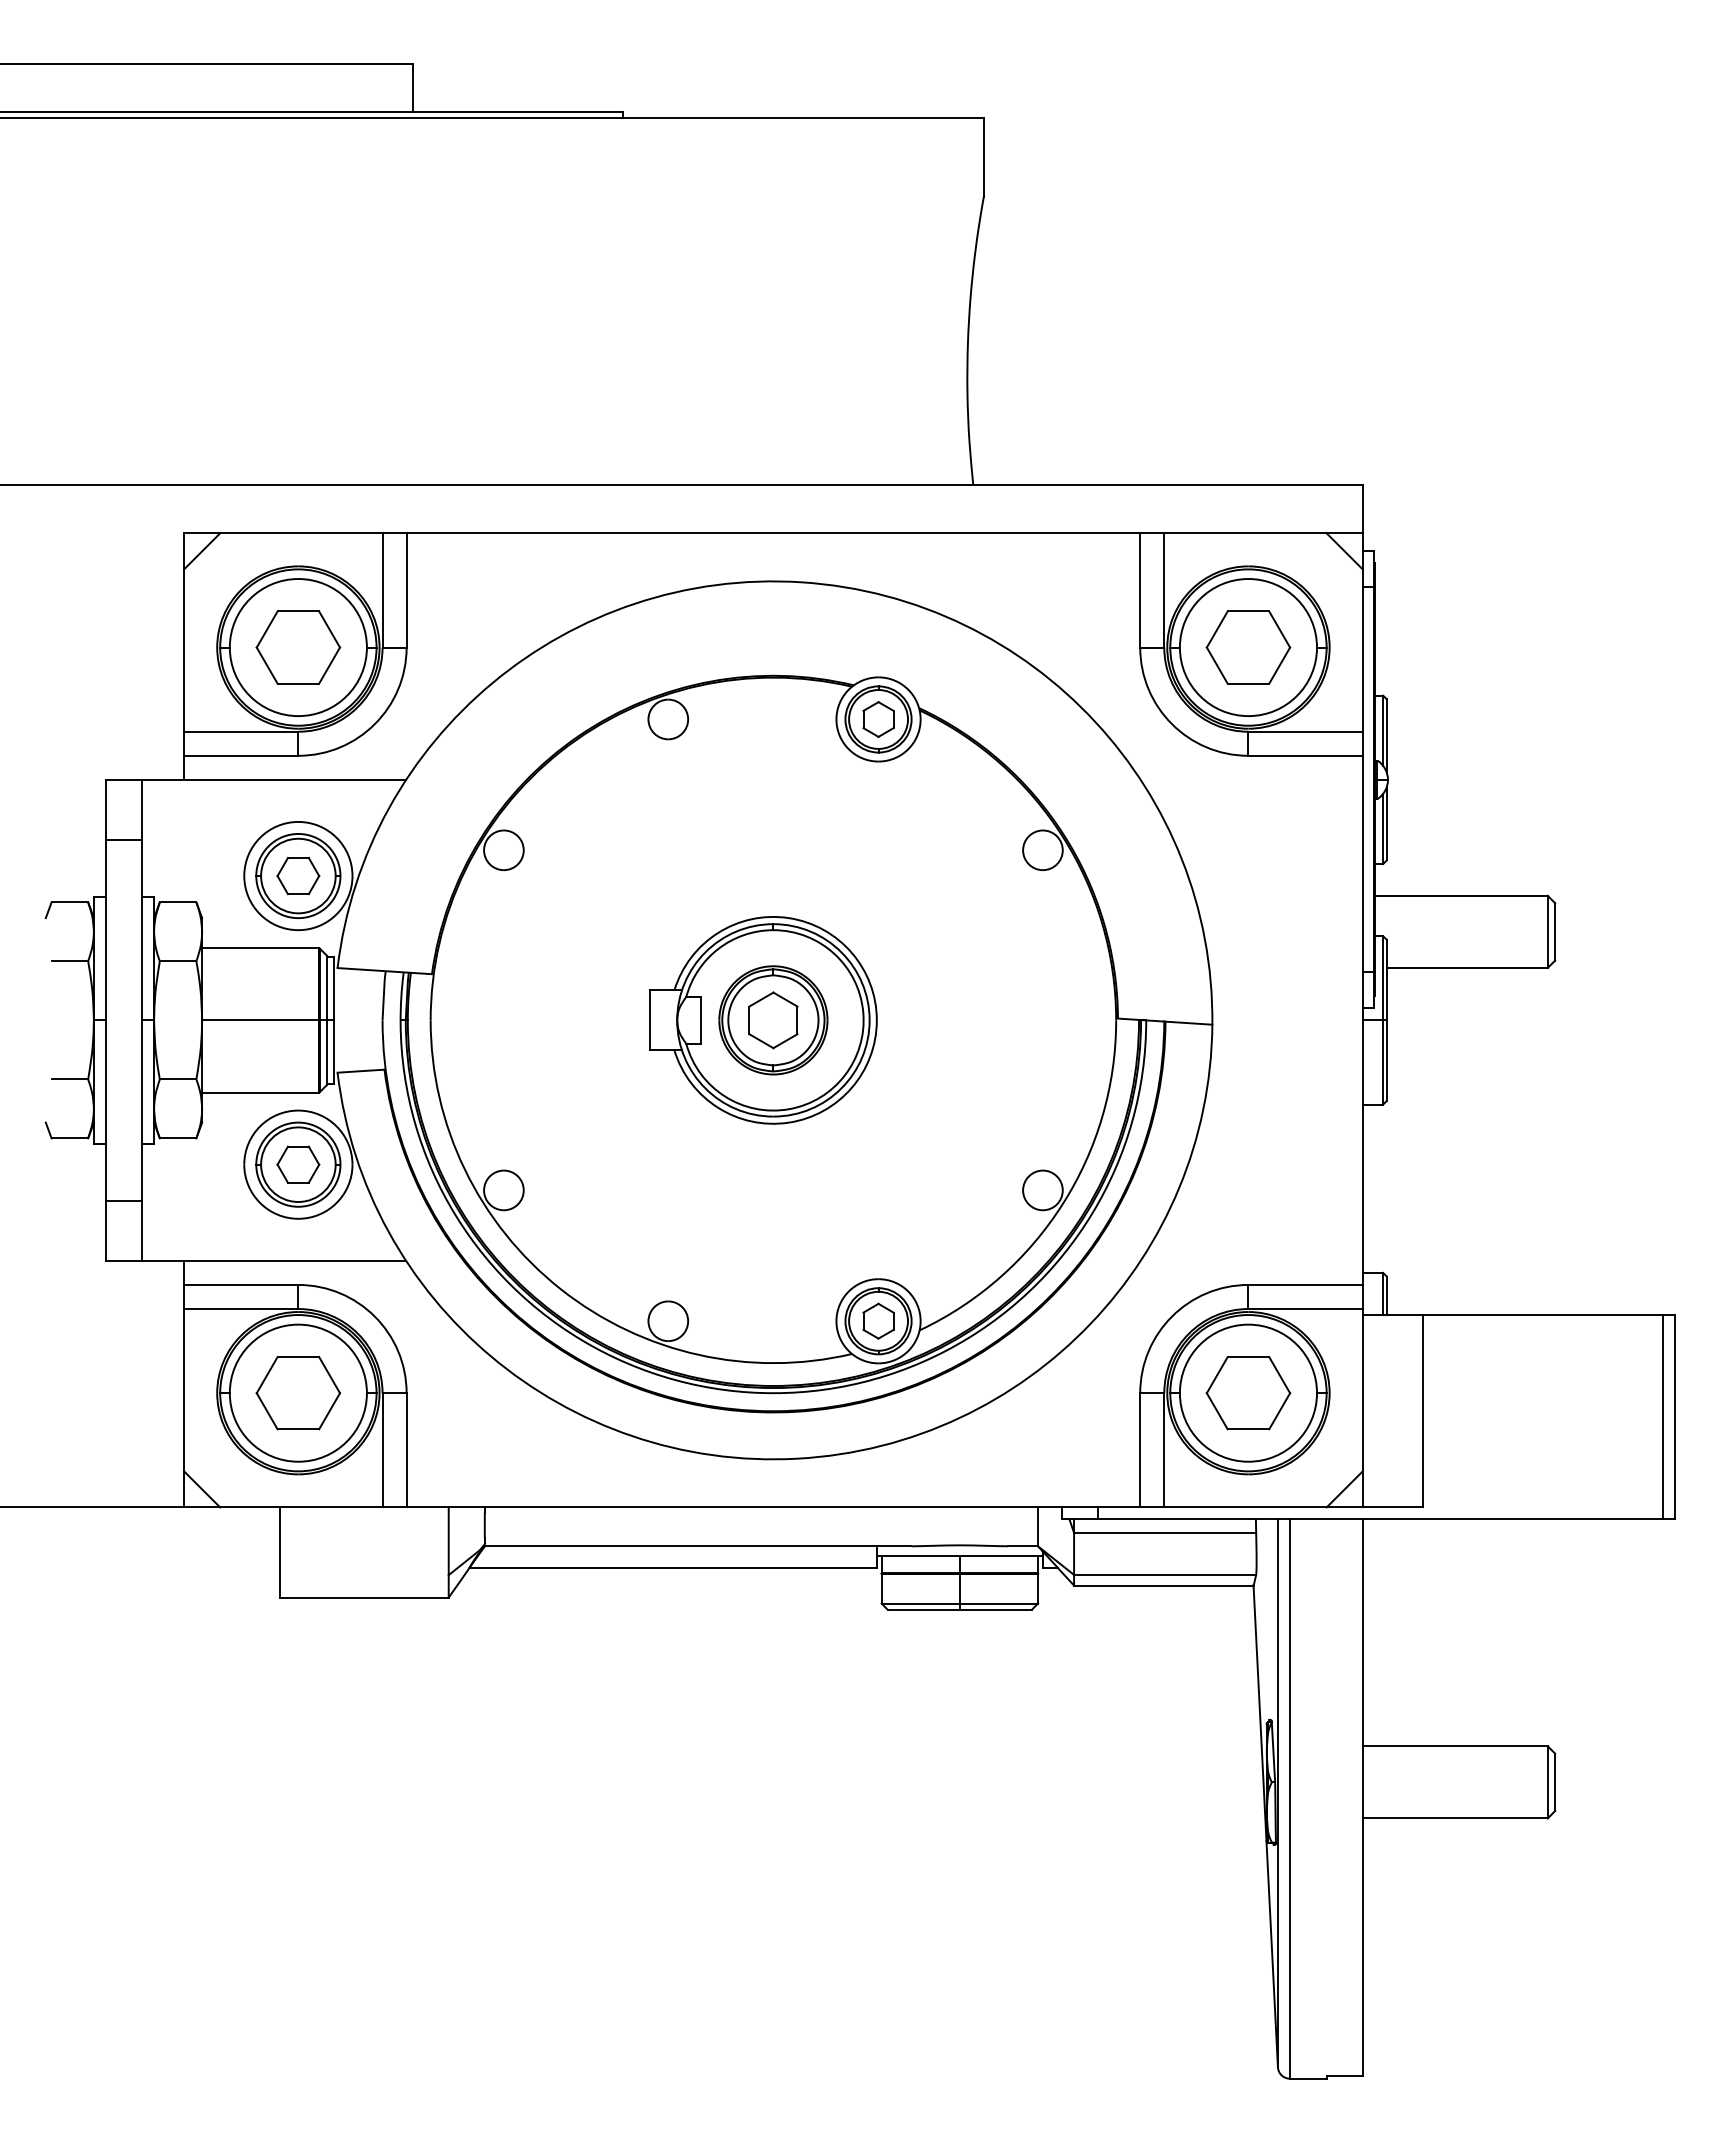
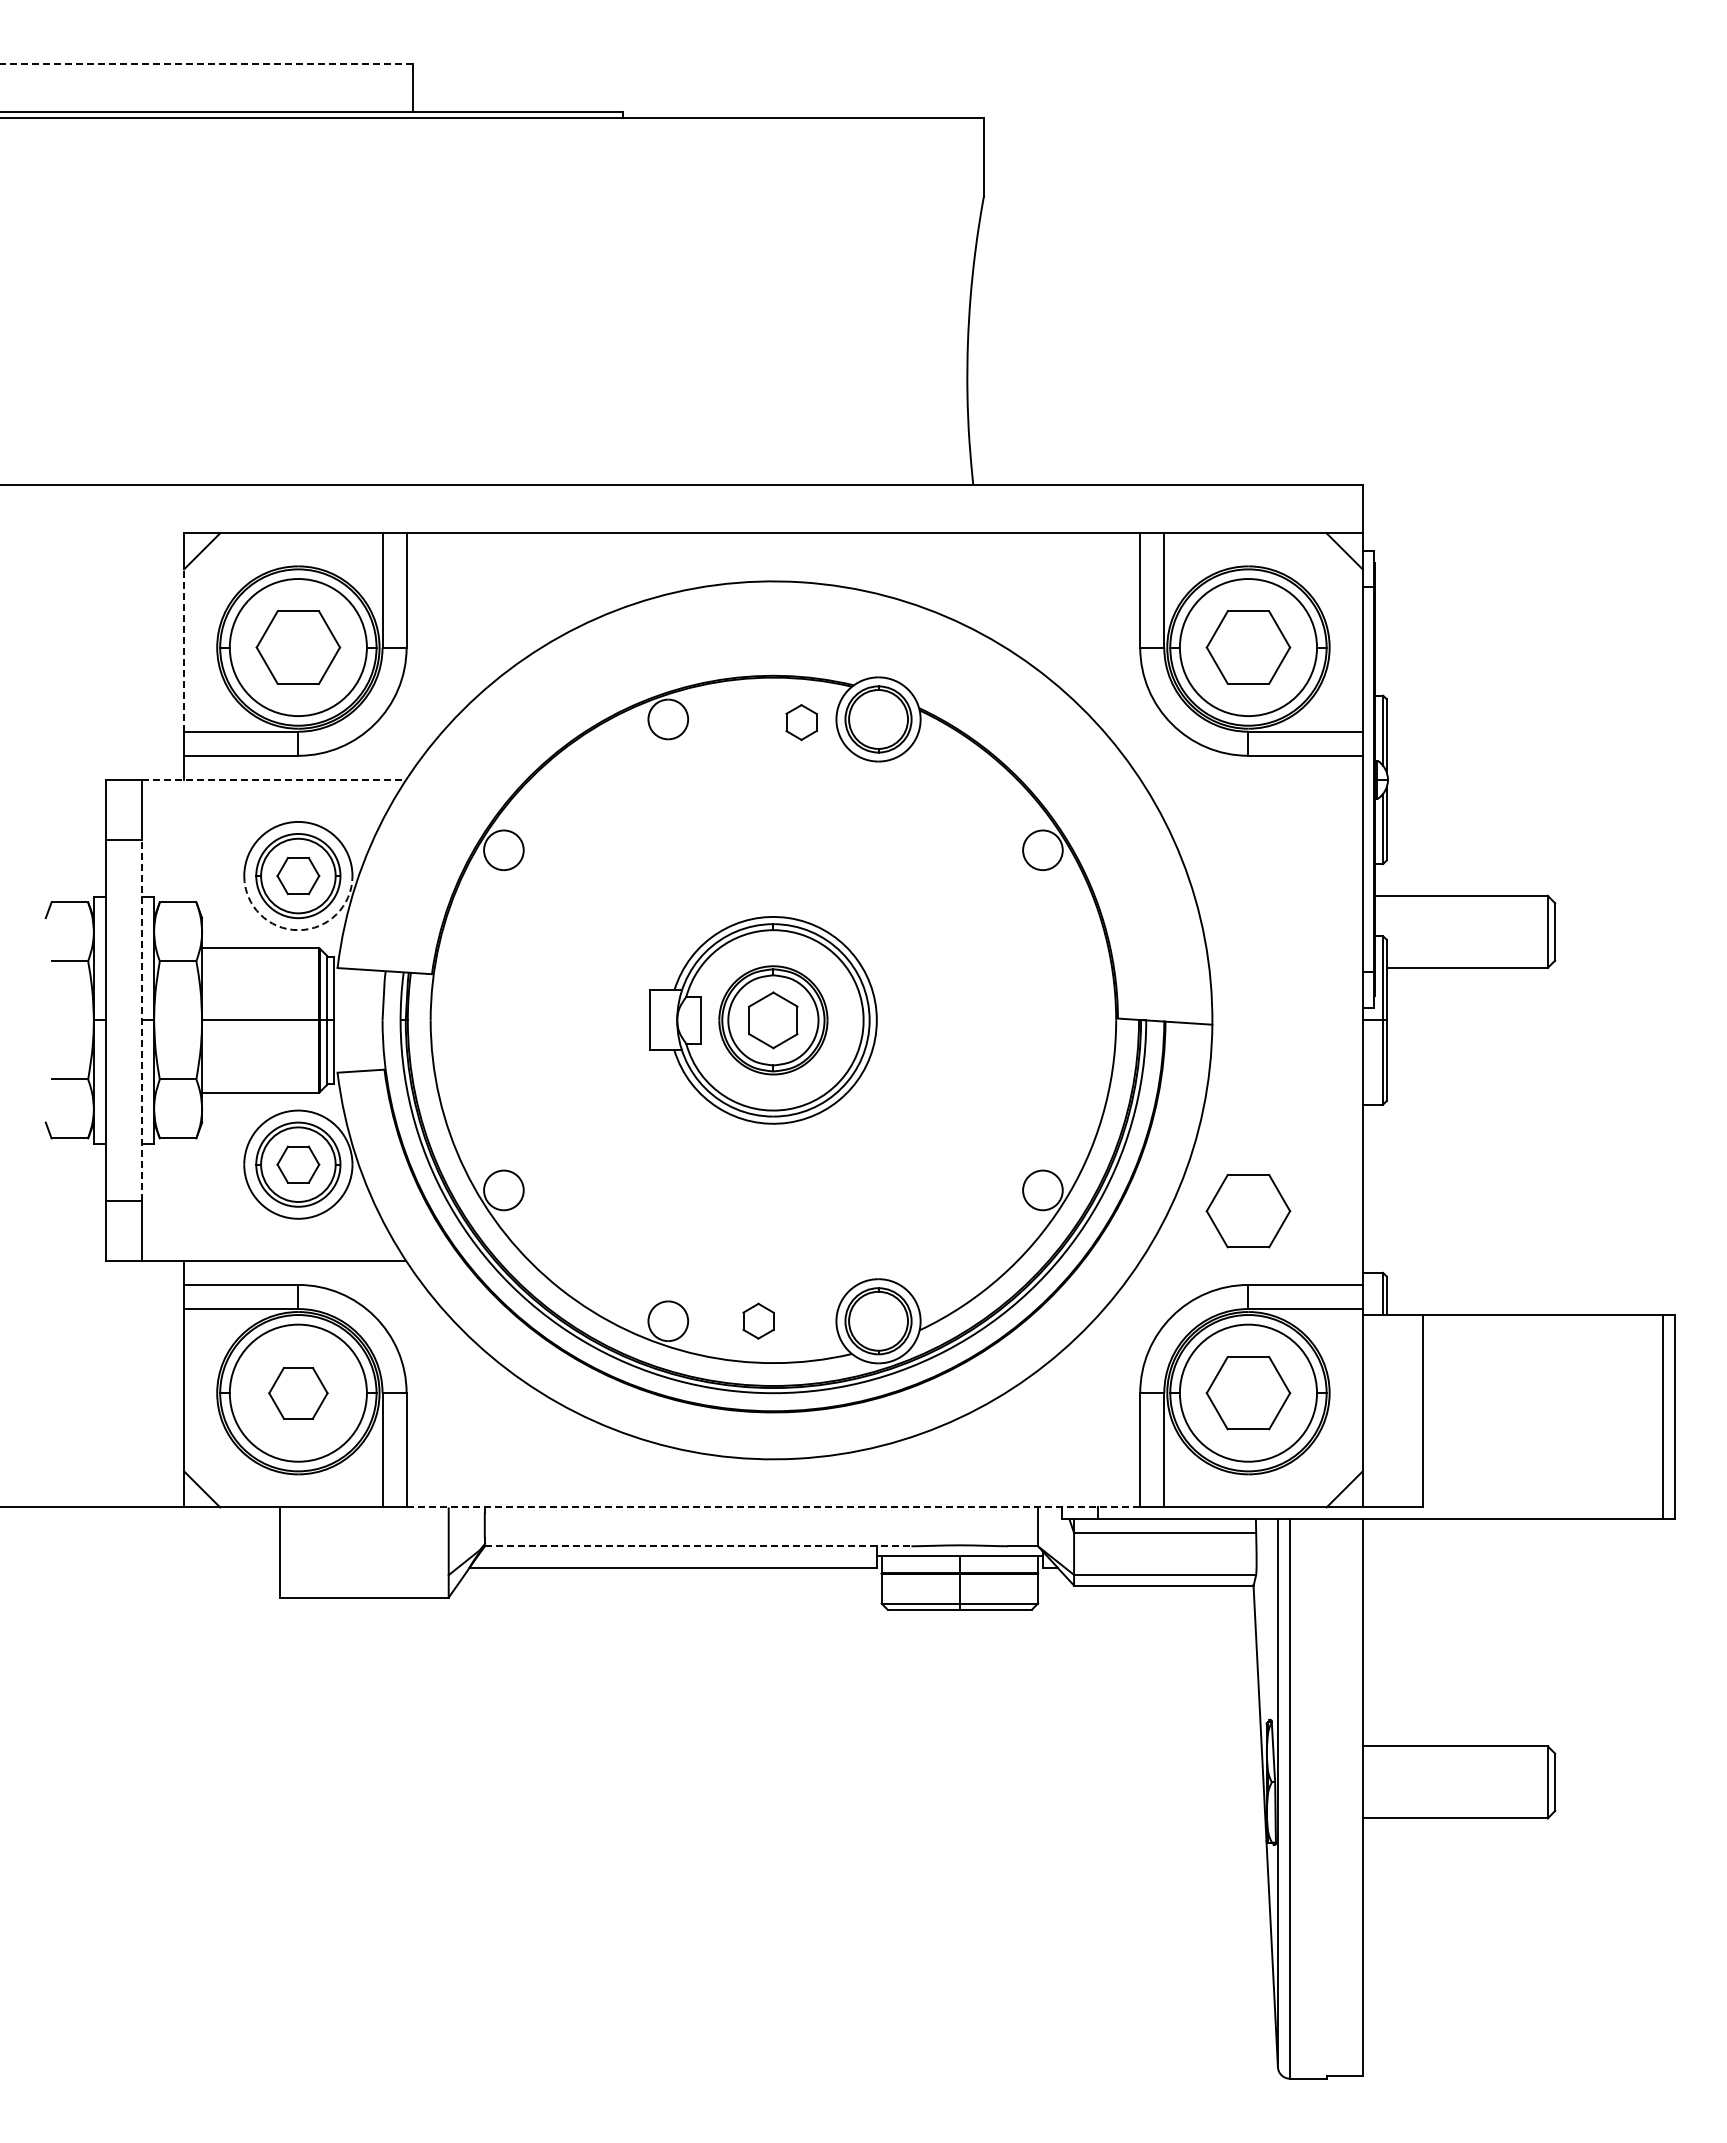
line at (206, 64): solid -> dashed
line at (184, 650): solid -> dashed
part at (878, 719) position: (878, 719) -> (801, 722)
line at (274, 779): solid -> dashed
arc at (298, 930): solid -> dashed
line at (142, 1019): solid -> dashed
part at (1248, 1211): none -> present
part at (878, 1320) position: (878, 1320) -> (758, 1320)
part at (298, 1393) size: 87x75 px -> 61x53 px
line at (773, 1507): solid -> dashed
line at (698, 1546): solid -> dashed
